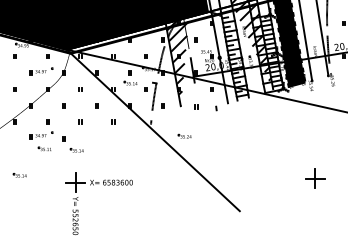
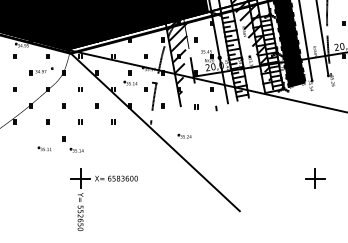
part at (41, 135): present -> none
part at (19, 175): present -> none
part at (93, 185) position: (93, 185) -> (98, 181)
